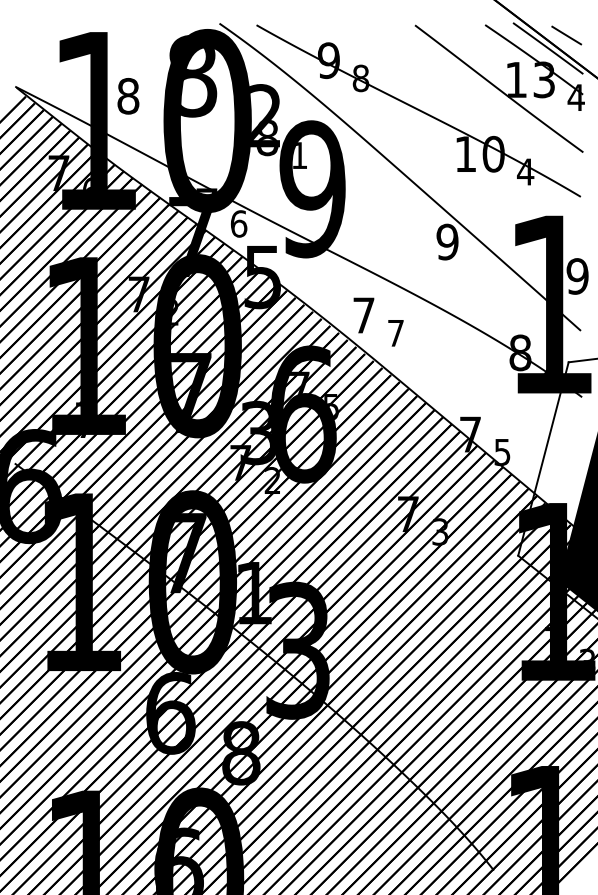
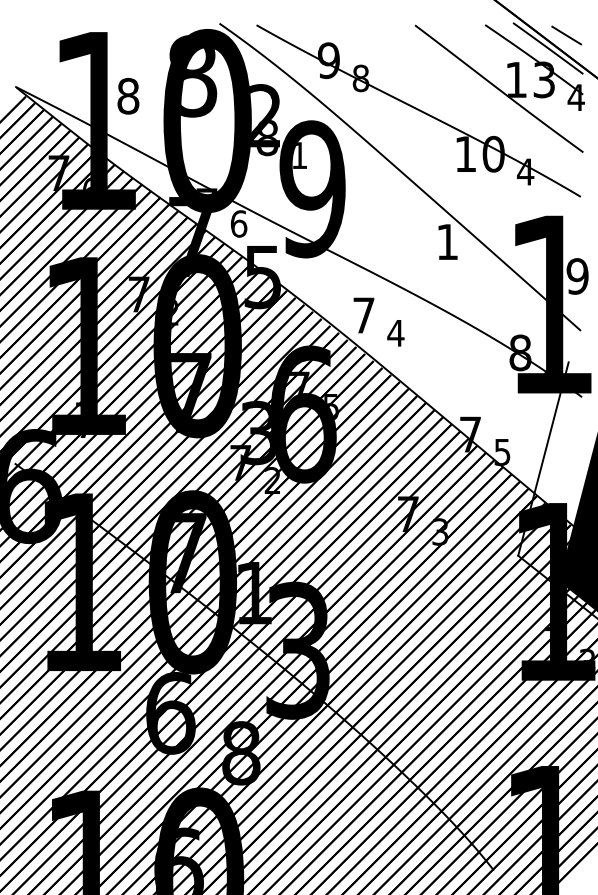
text at (447, 241): 9 -> 1
text at (395, 333): 7 -> 4
line at (581, 360): present -> none
